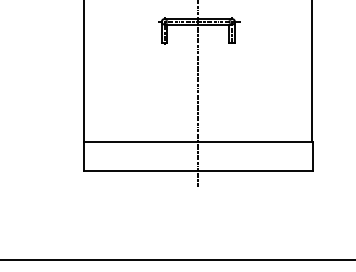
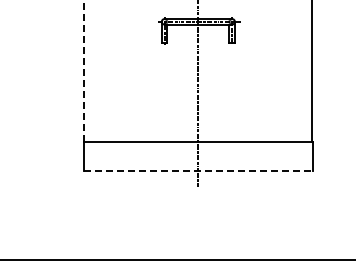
line at (84, 71): solid -> dashed
line at (198, 171): solid -> dashed
